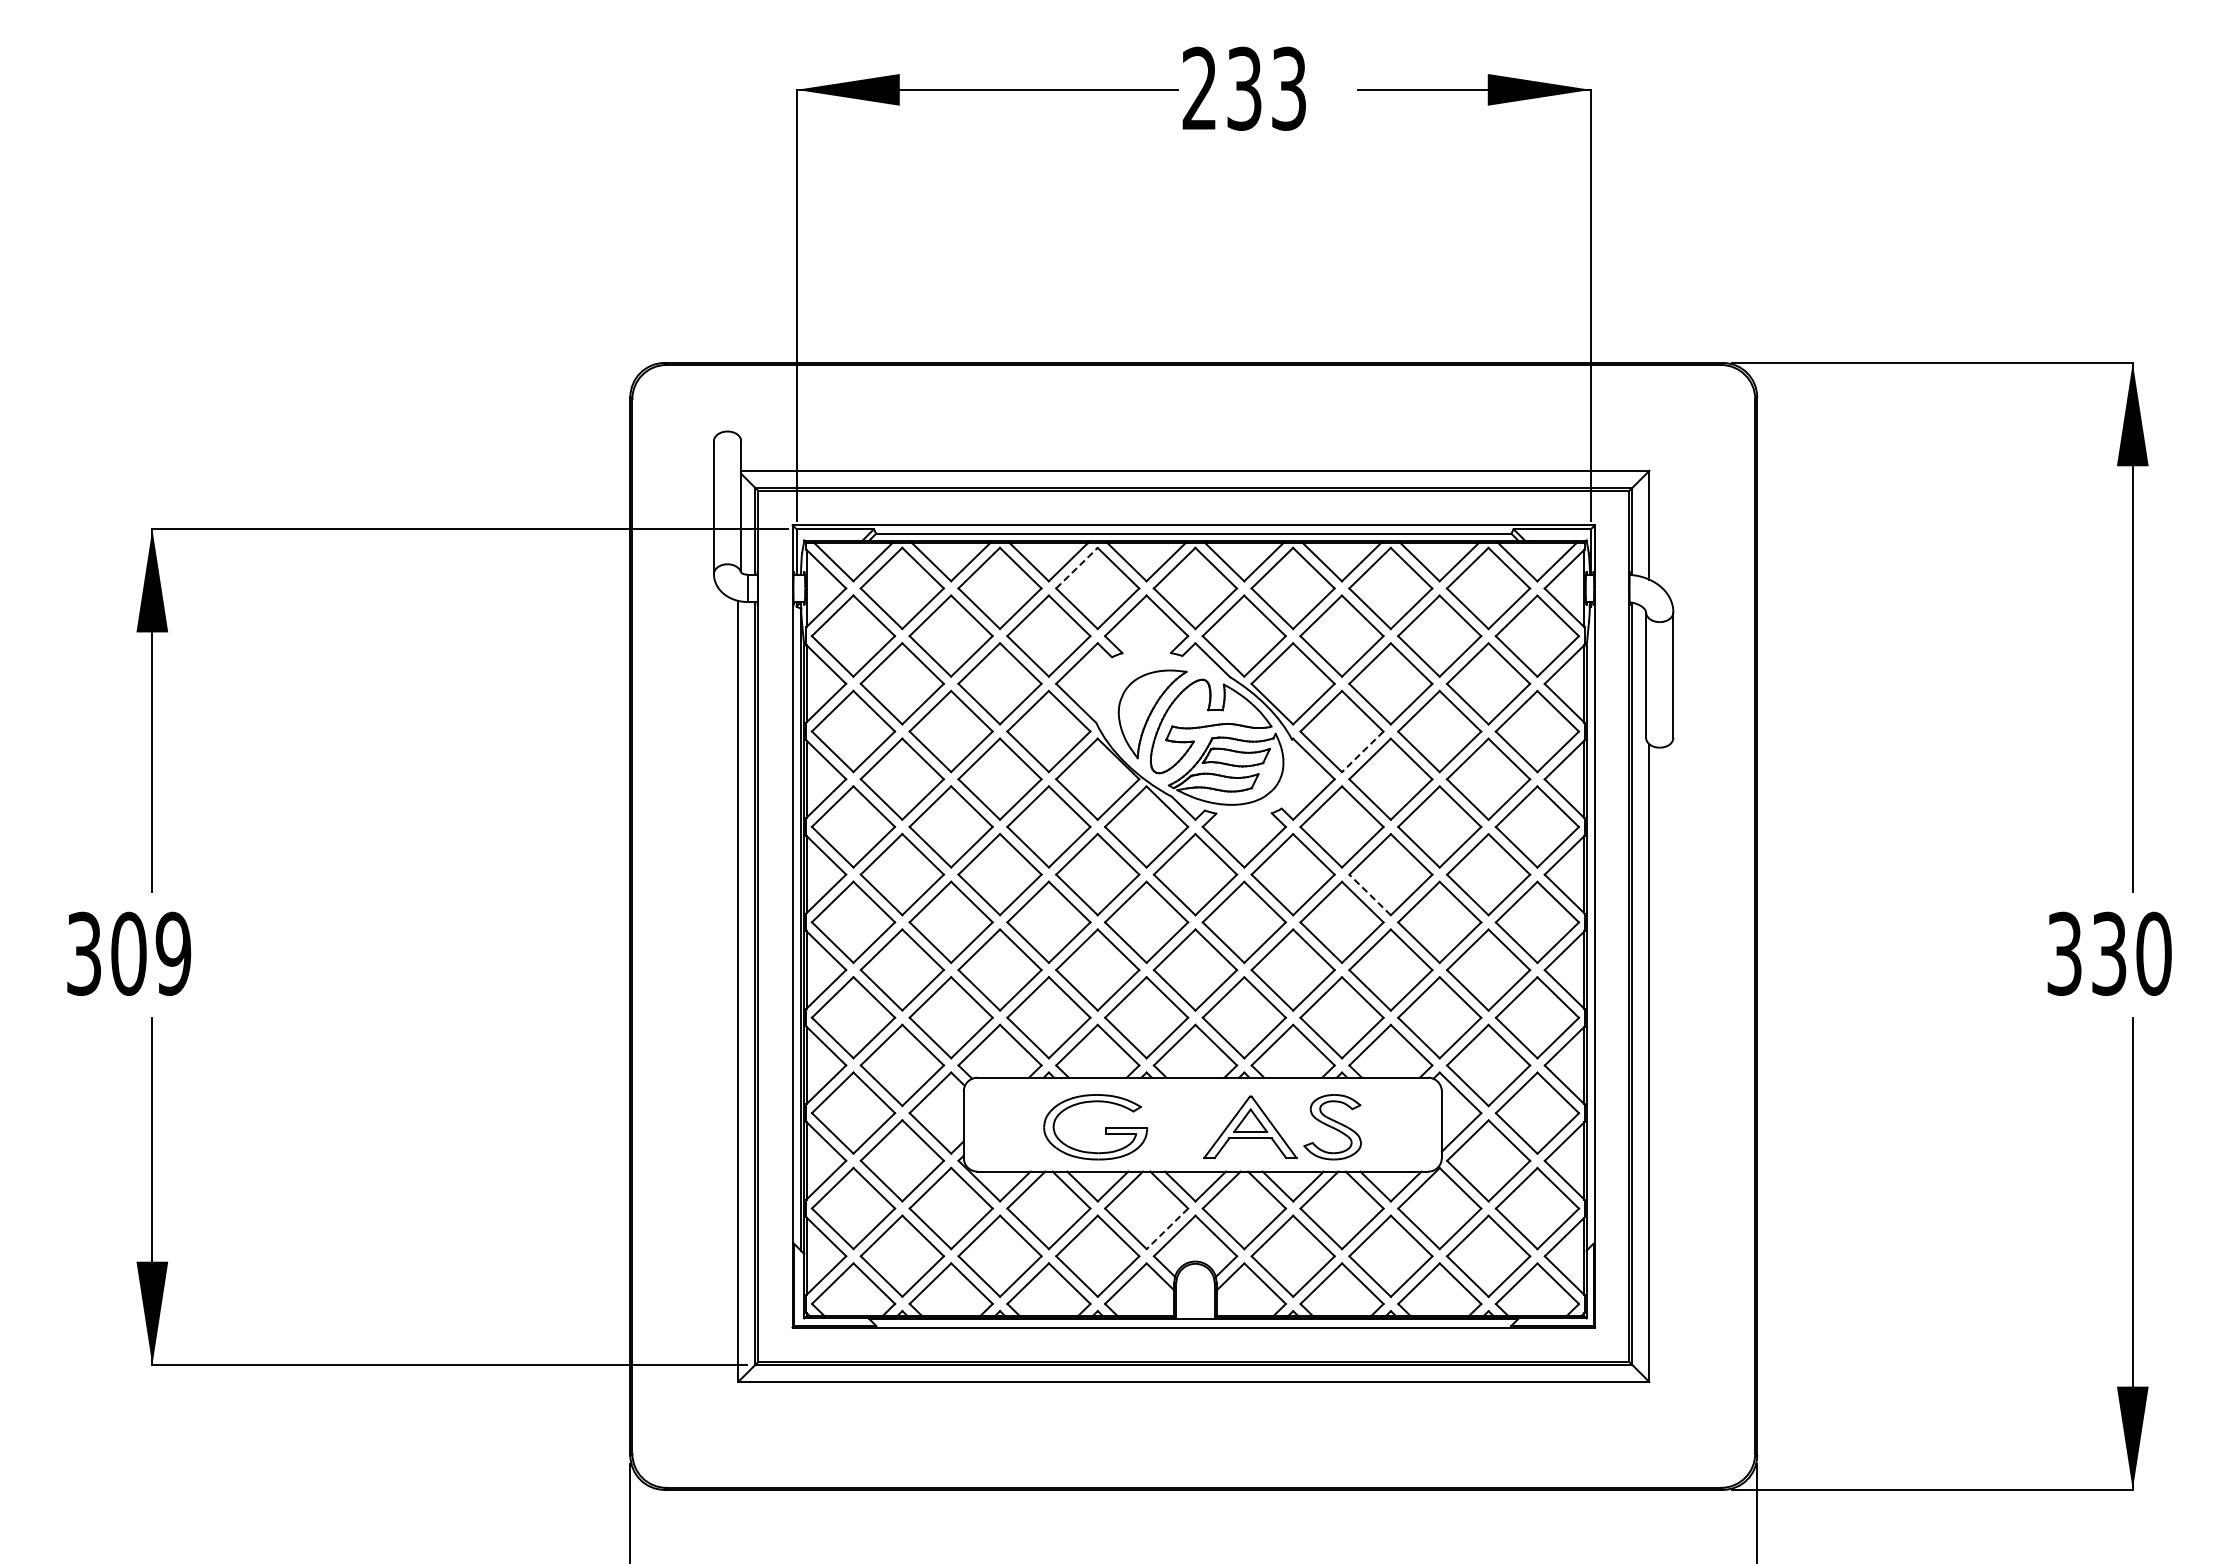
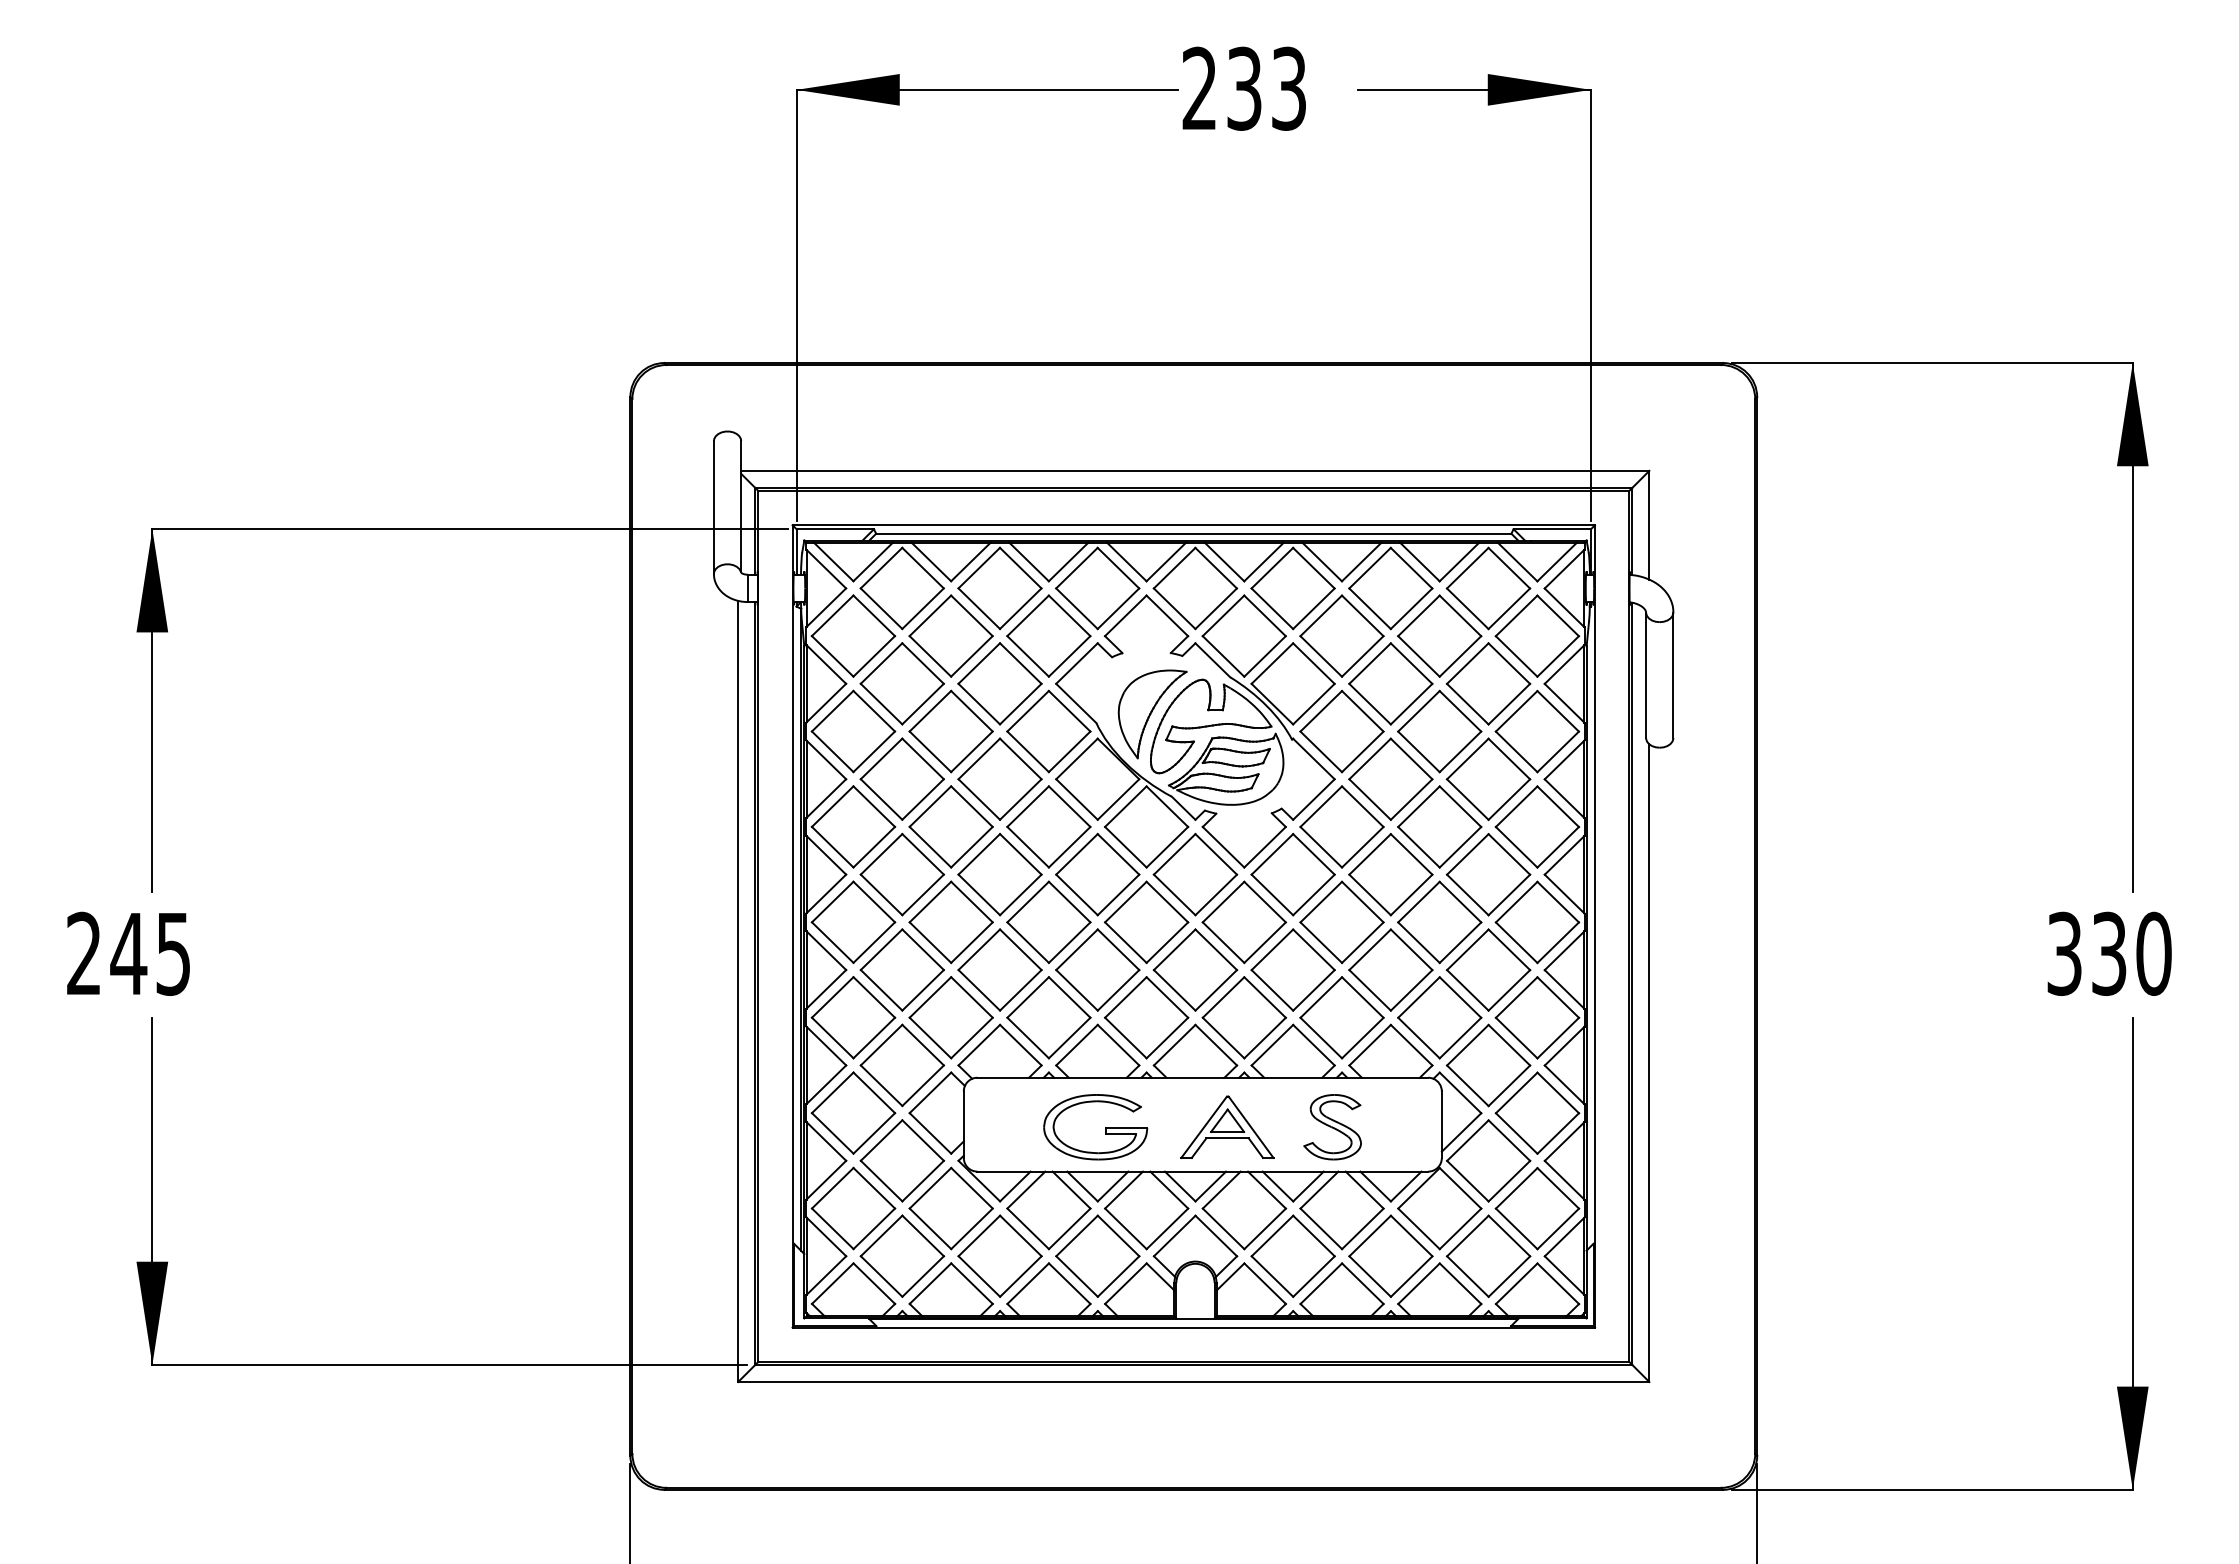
line at (1077, 567): dashed -> solid
line at (1362, 752): dashed -> solid
line at (1369, 894): dashed -> solid
text at (129, 953): 309 -> 245
part at (1250, 1126) position: (1250, 1126) -> (1227, 1126)
line at (1167, 1229): dashed -> solid
